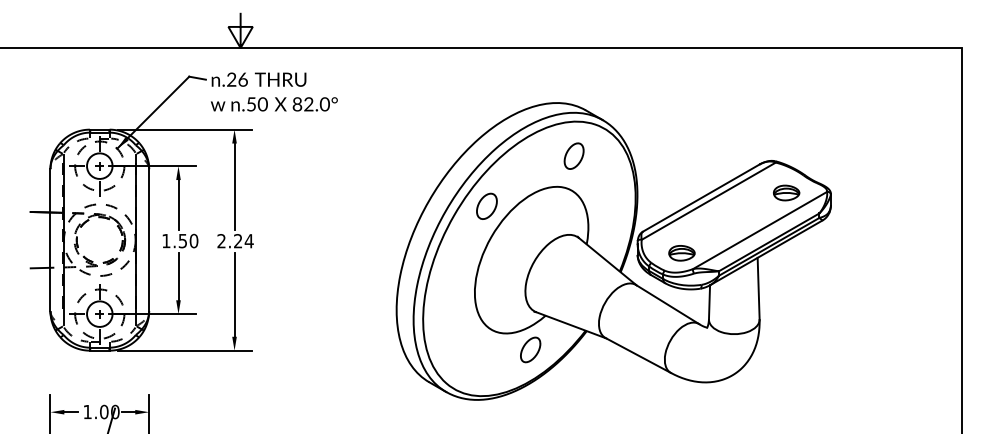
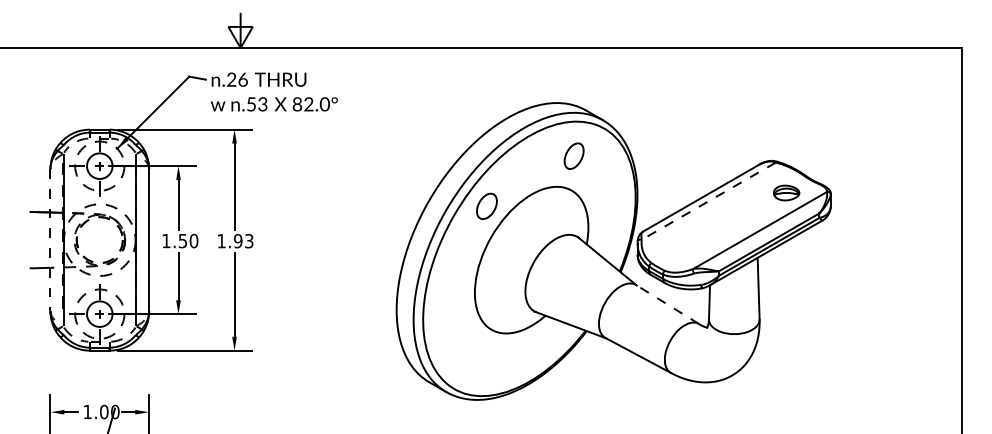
text at (262, 104): .50 -> .53
line at (708, 201): solid -> dashed
line at (50, 240): solid -> dashed
text at (235, 241): 2.24 -> 1.93
part at (681, 253): present -> none
line at (667, 304): solid -> dashed
part at (530, 349): present -> none
